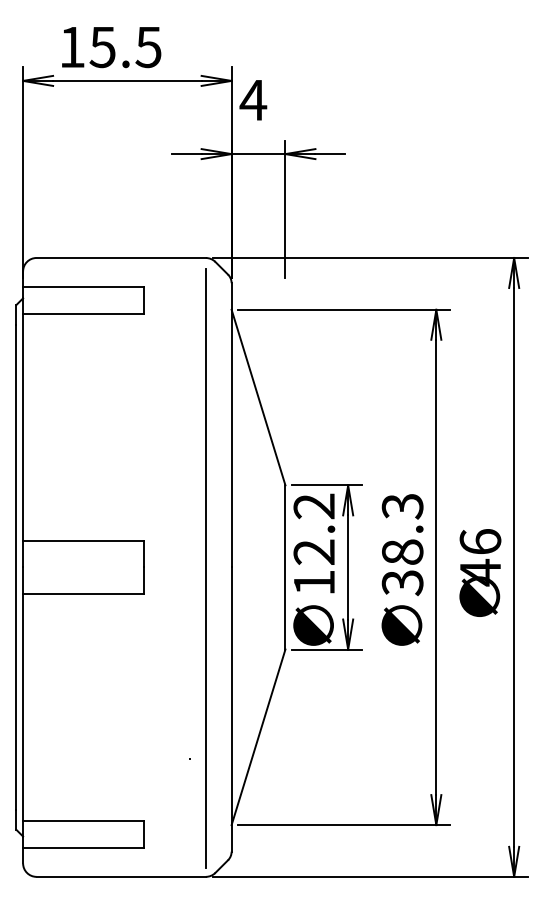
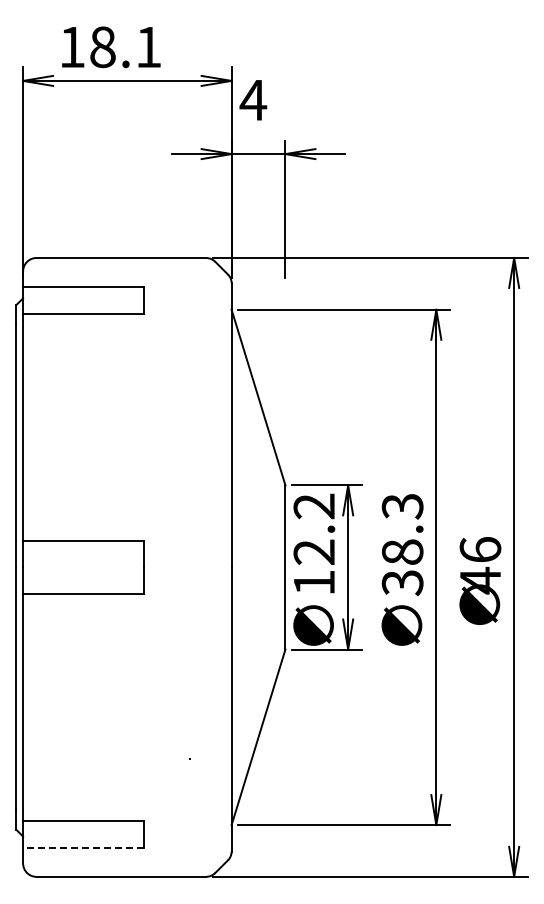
text at (125, 47): 15.5 -> 18.1
line at (205, 568): present -> none
text at (480, 572) position: (480, 572) -> (480, 580)
line at (83, 847): solid -> dashed
